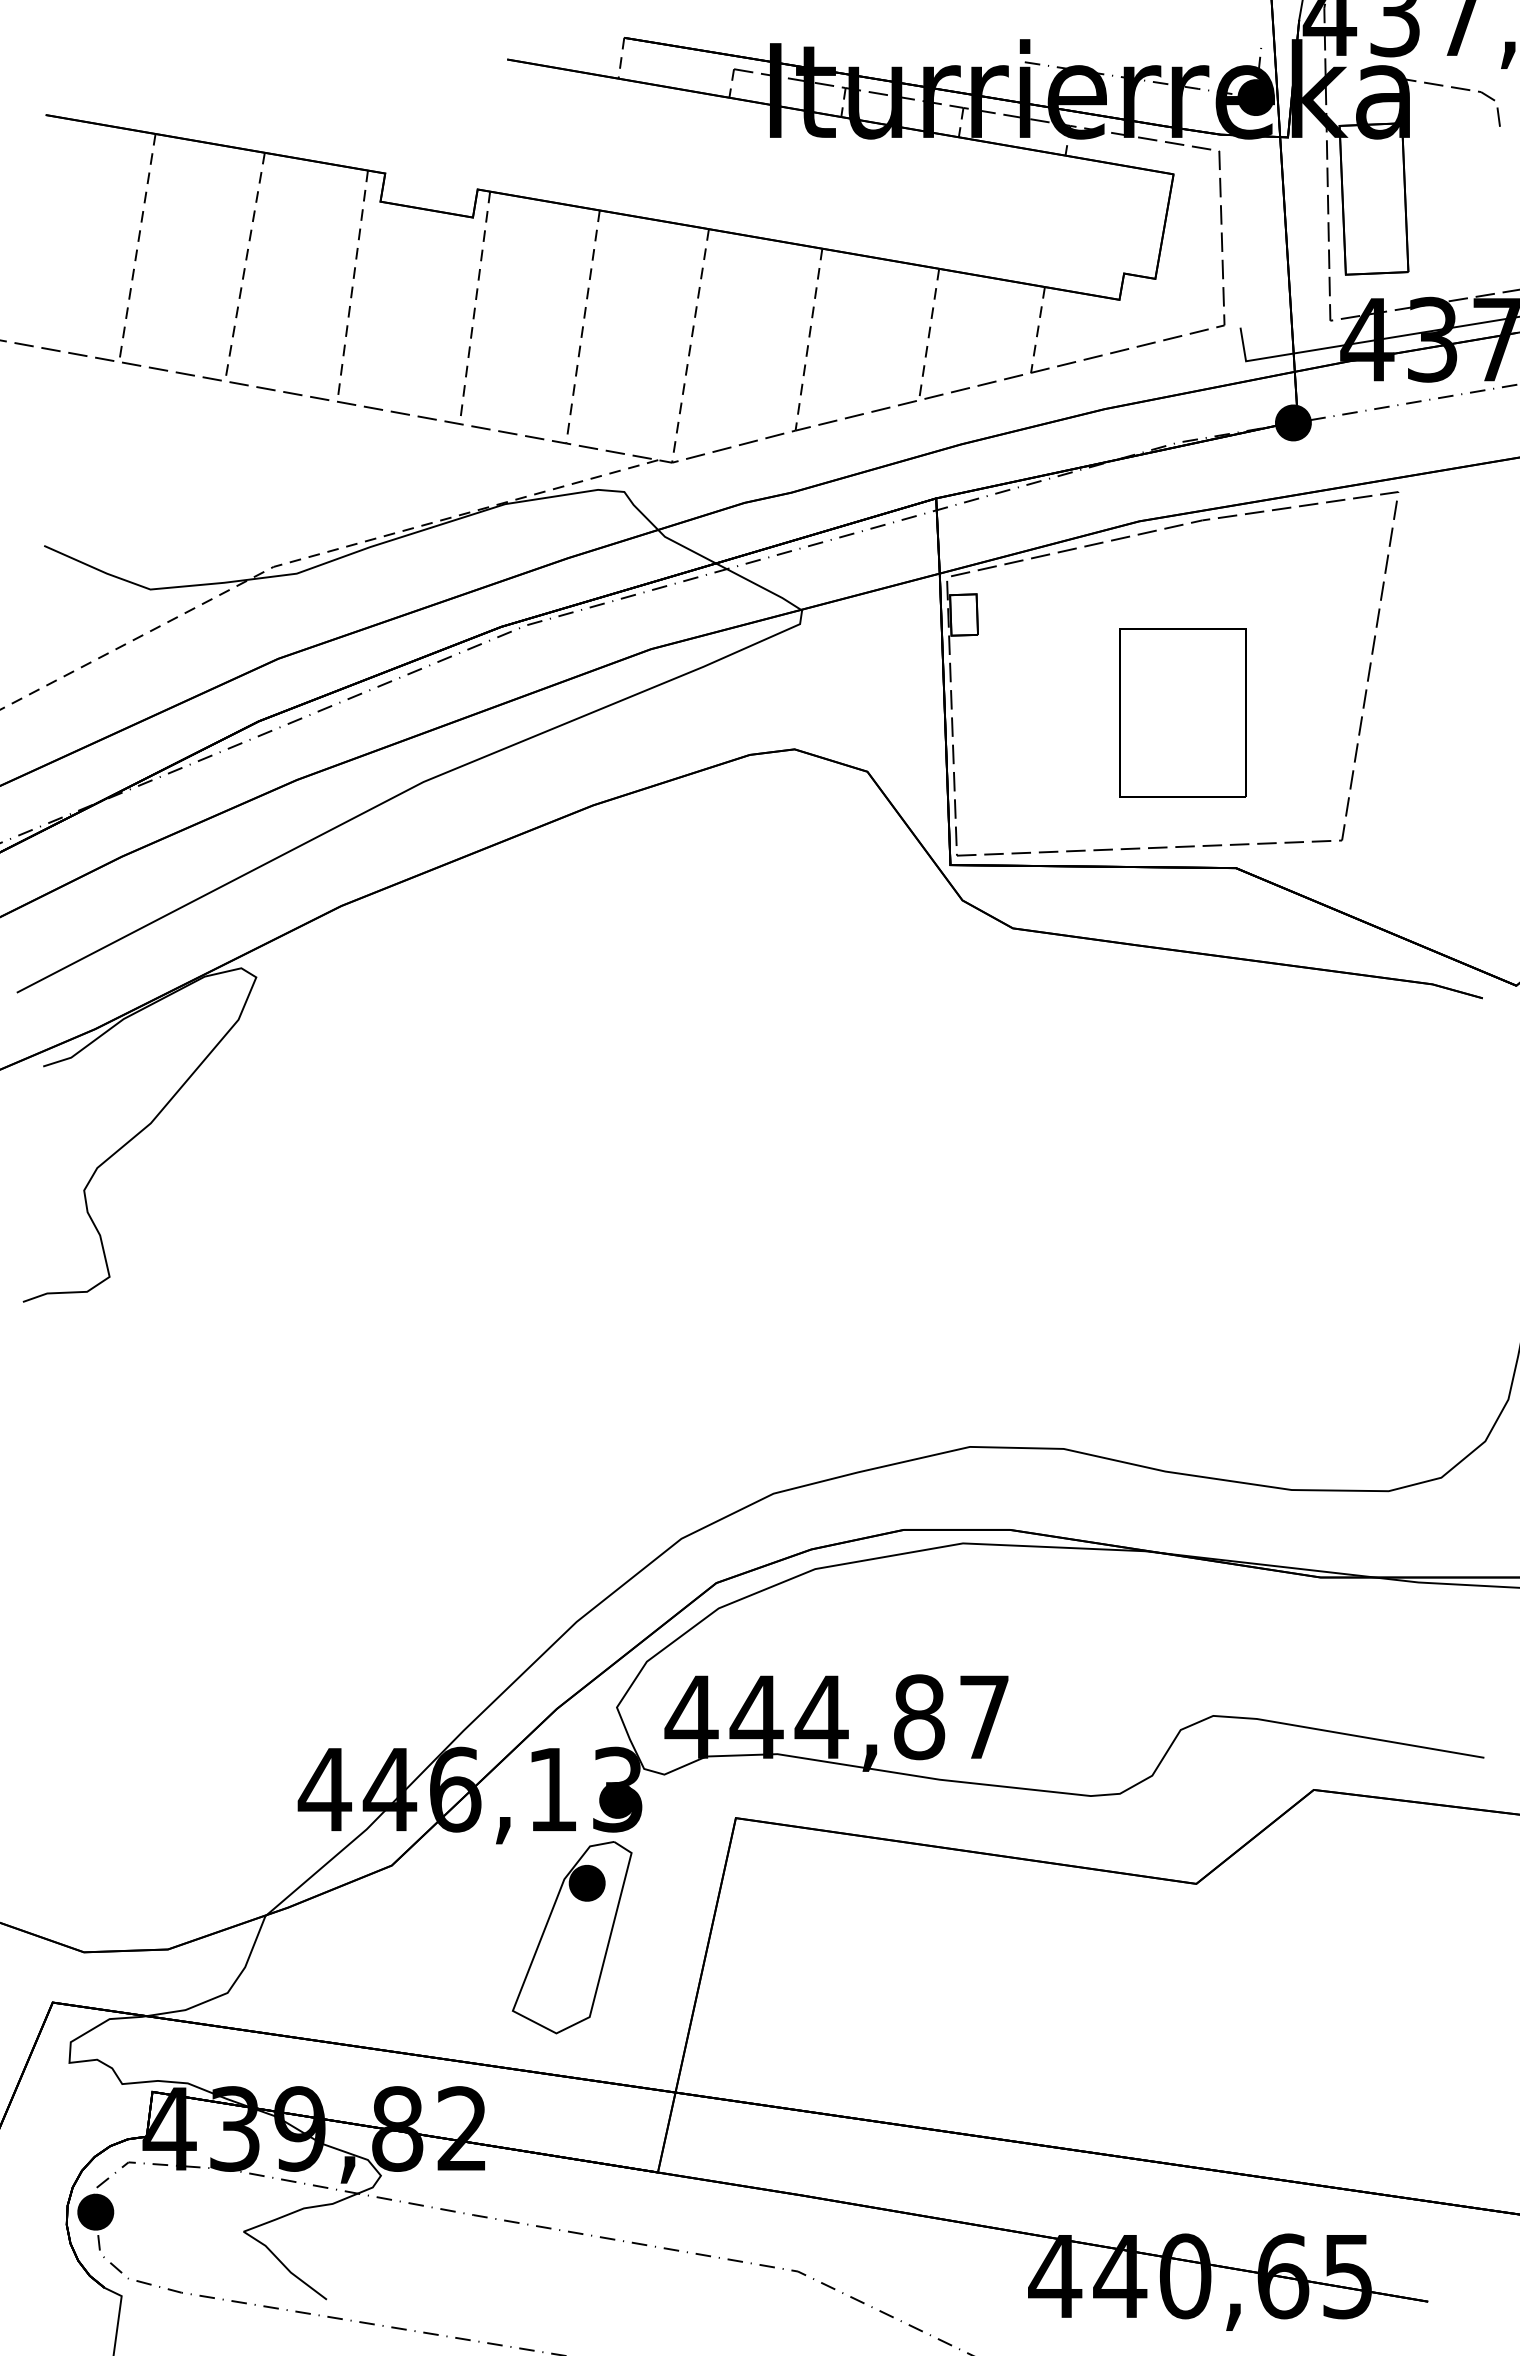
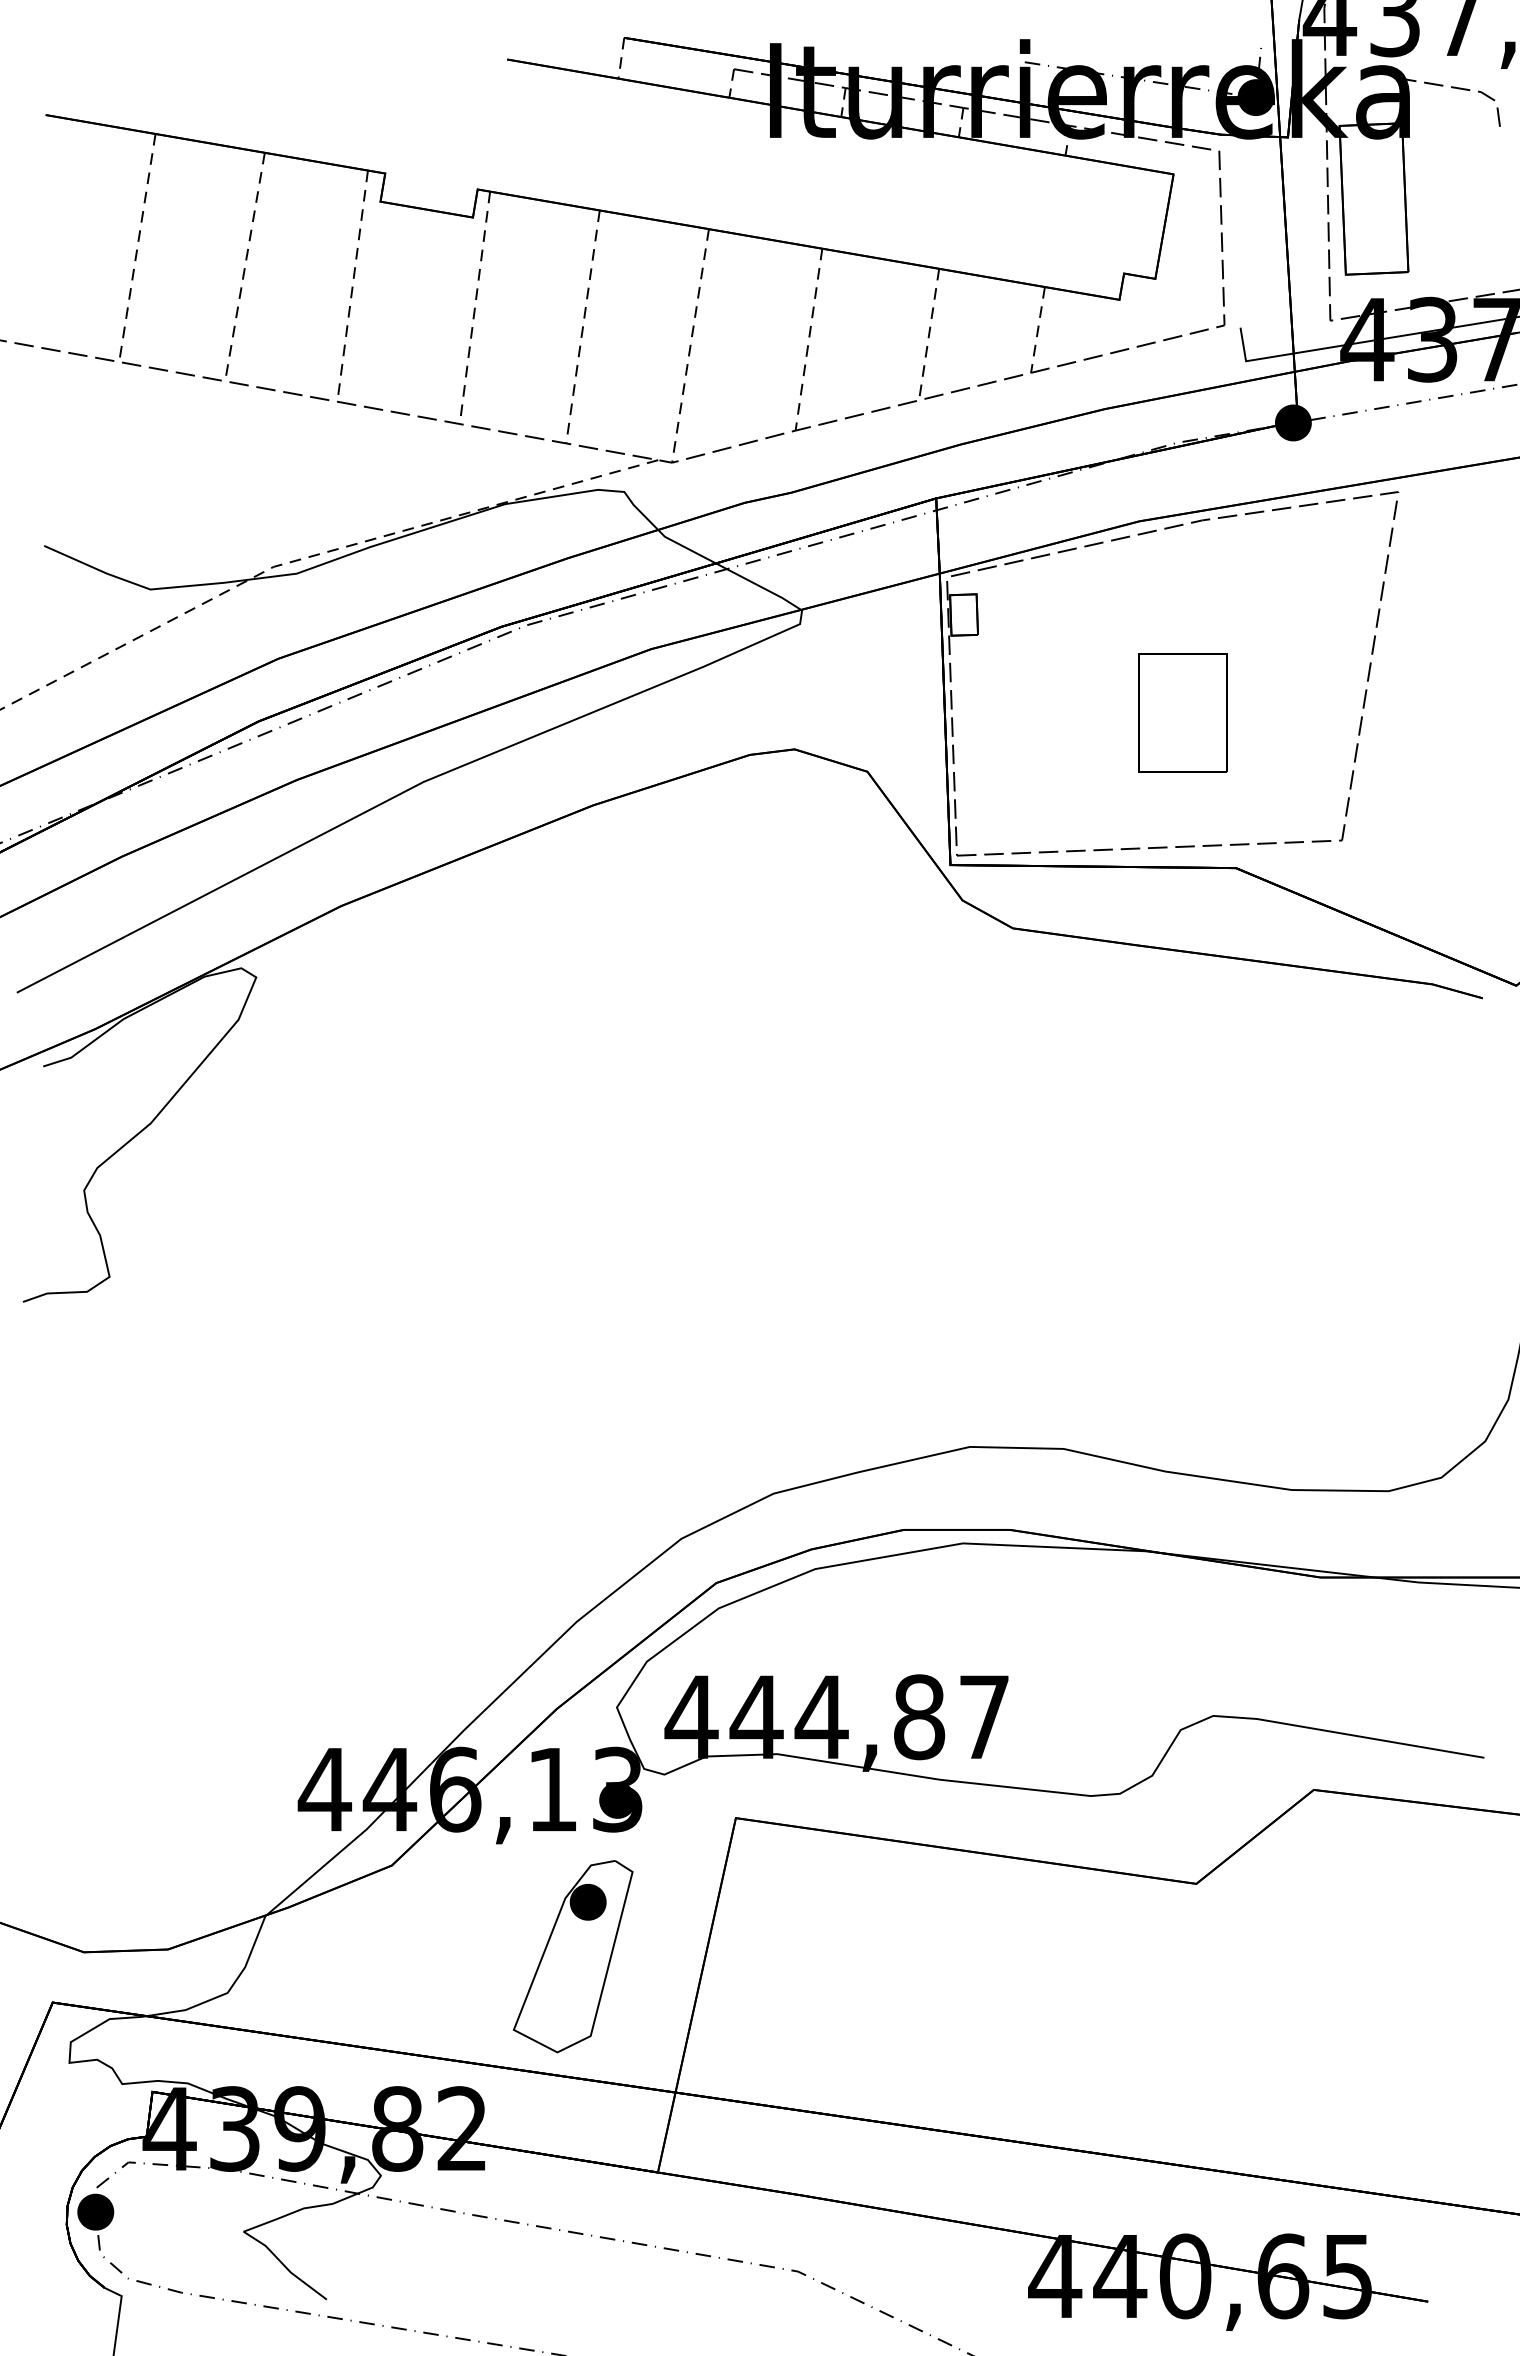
part at (1182, 712) size: 128x170 px -> 90x120 px
part at (571, 1937) position: (571, 1937) -> (572, 1956)
